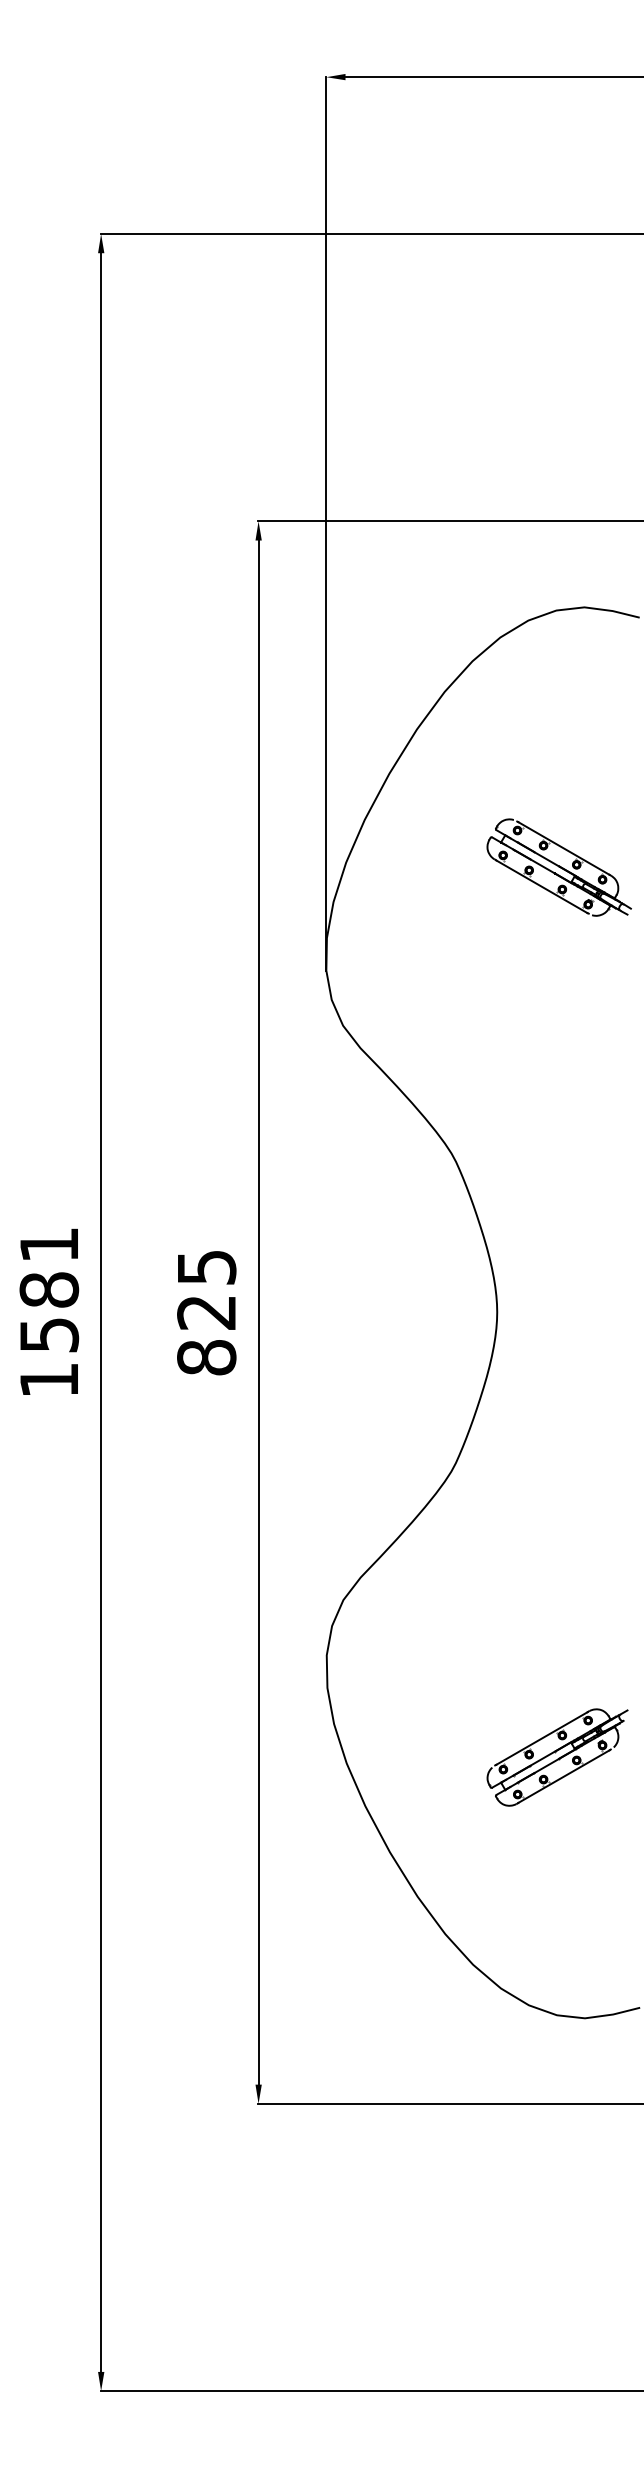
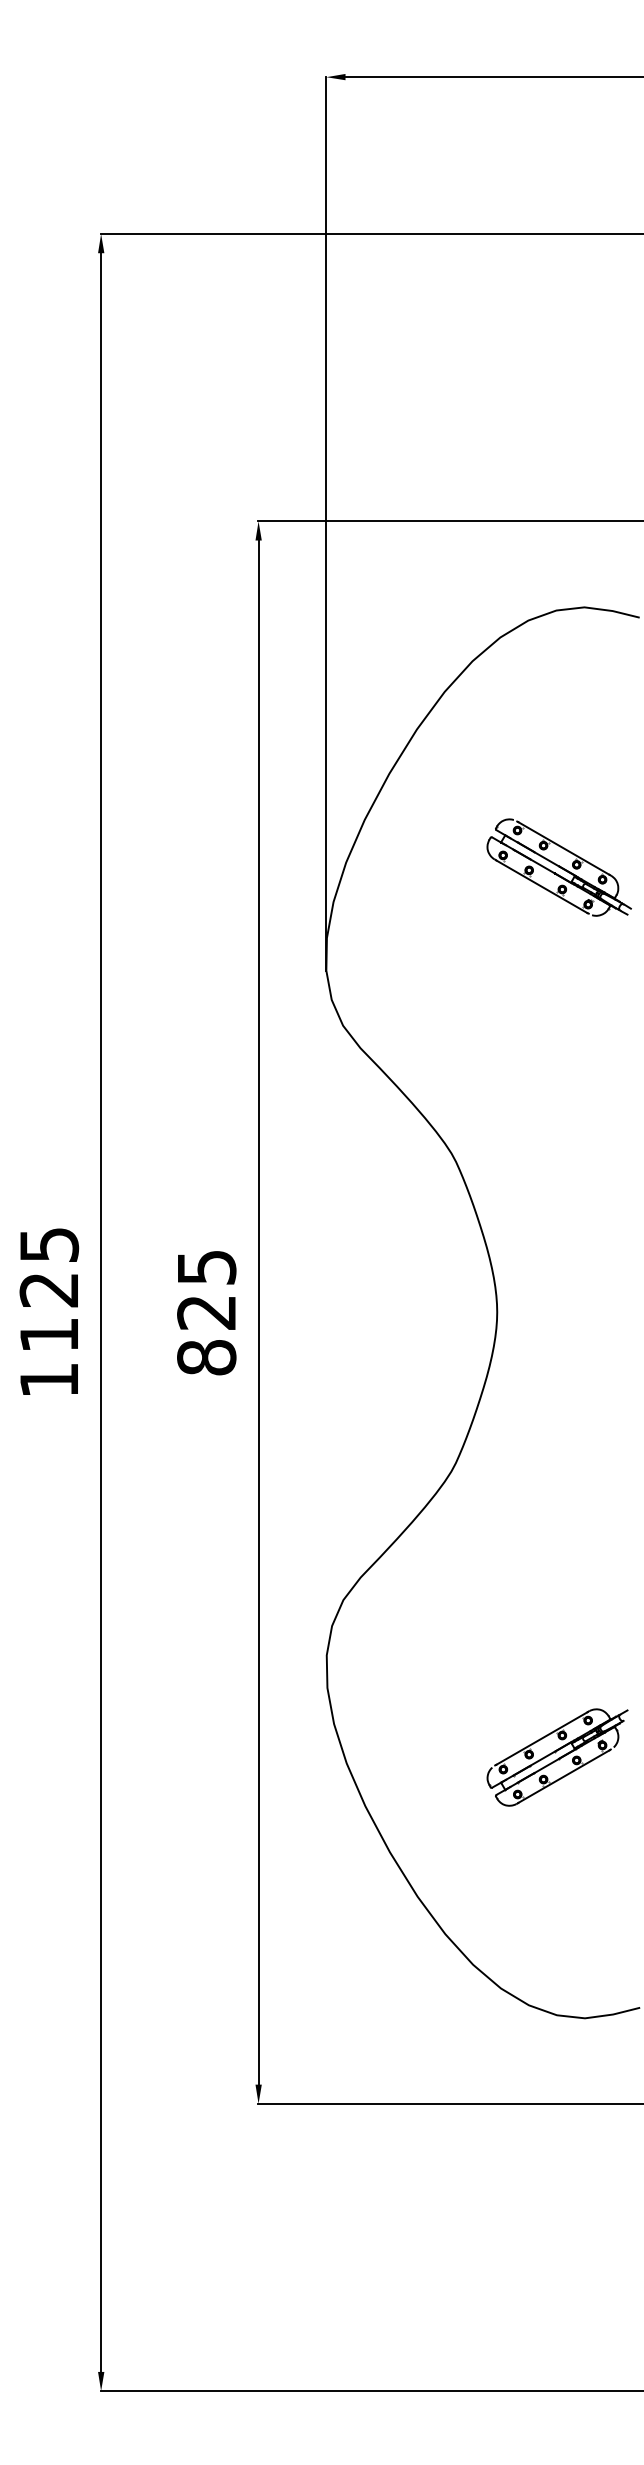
text at (49, 1290): 1581 -> 1125
